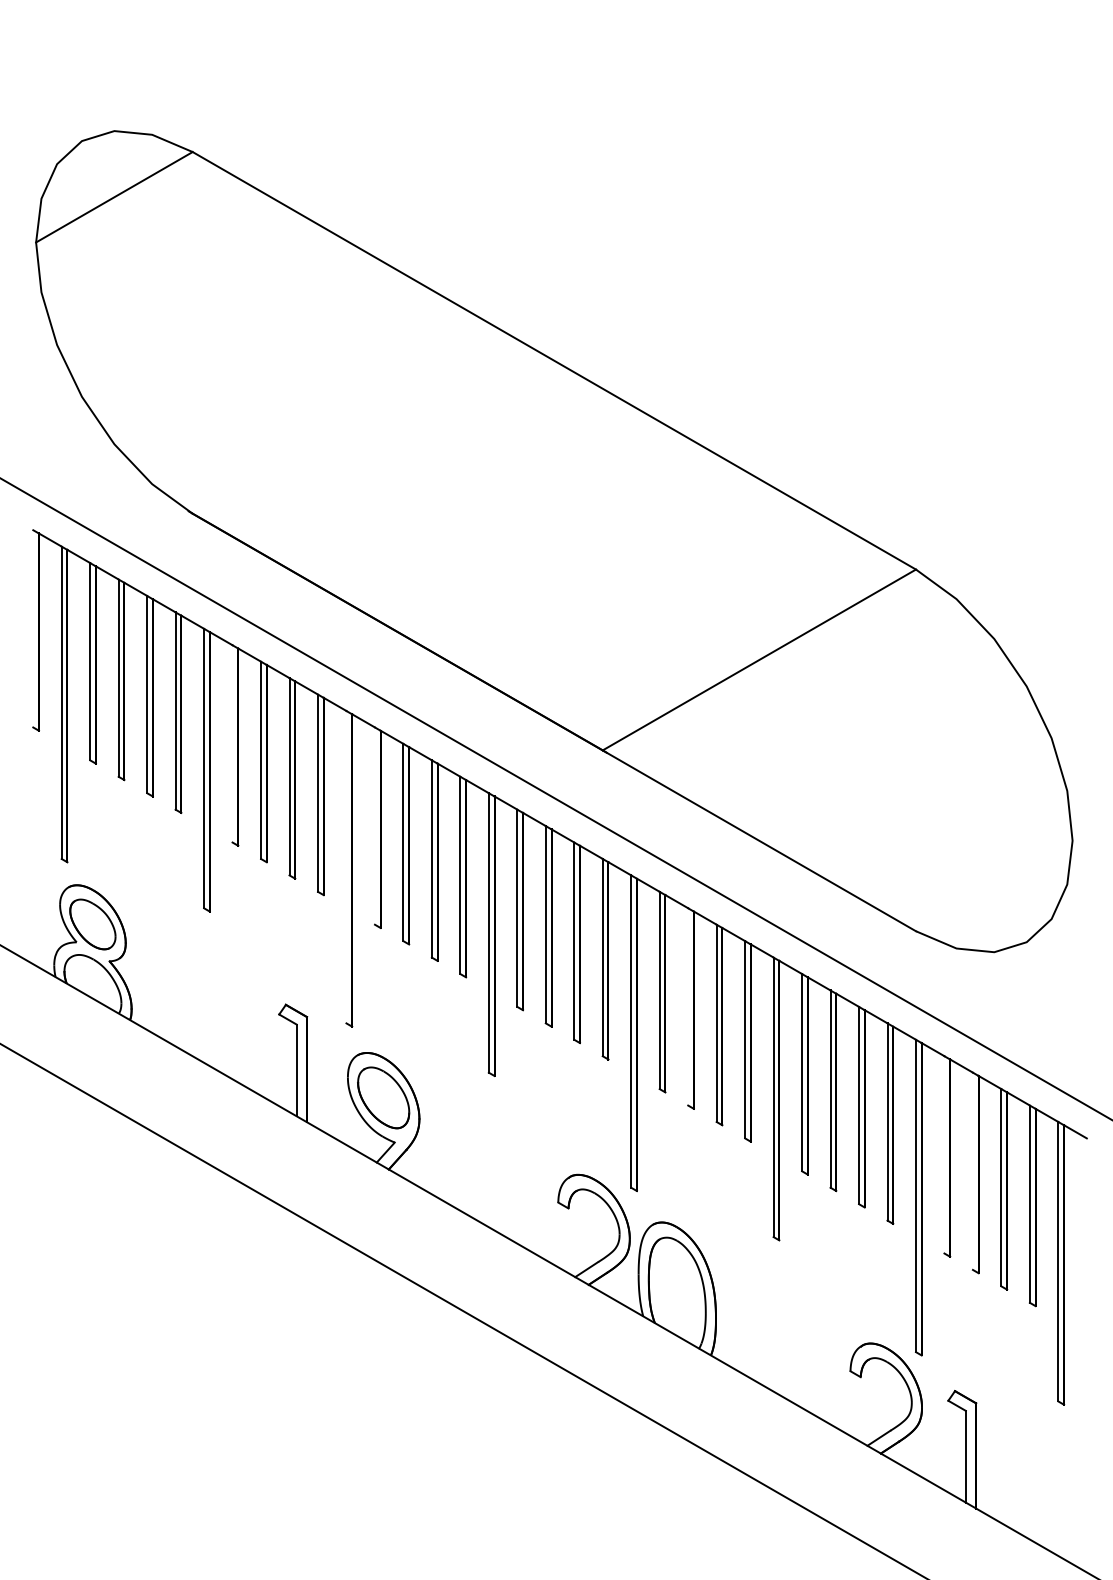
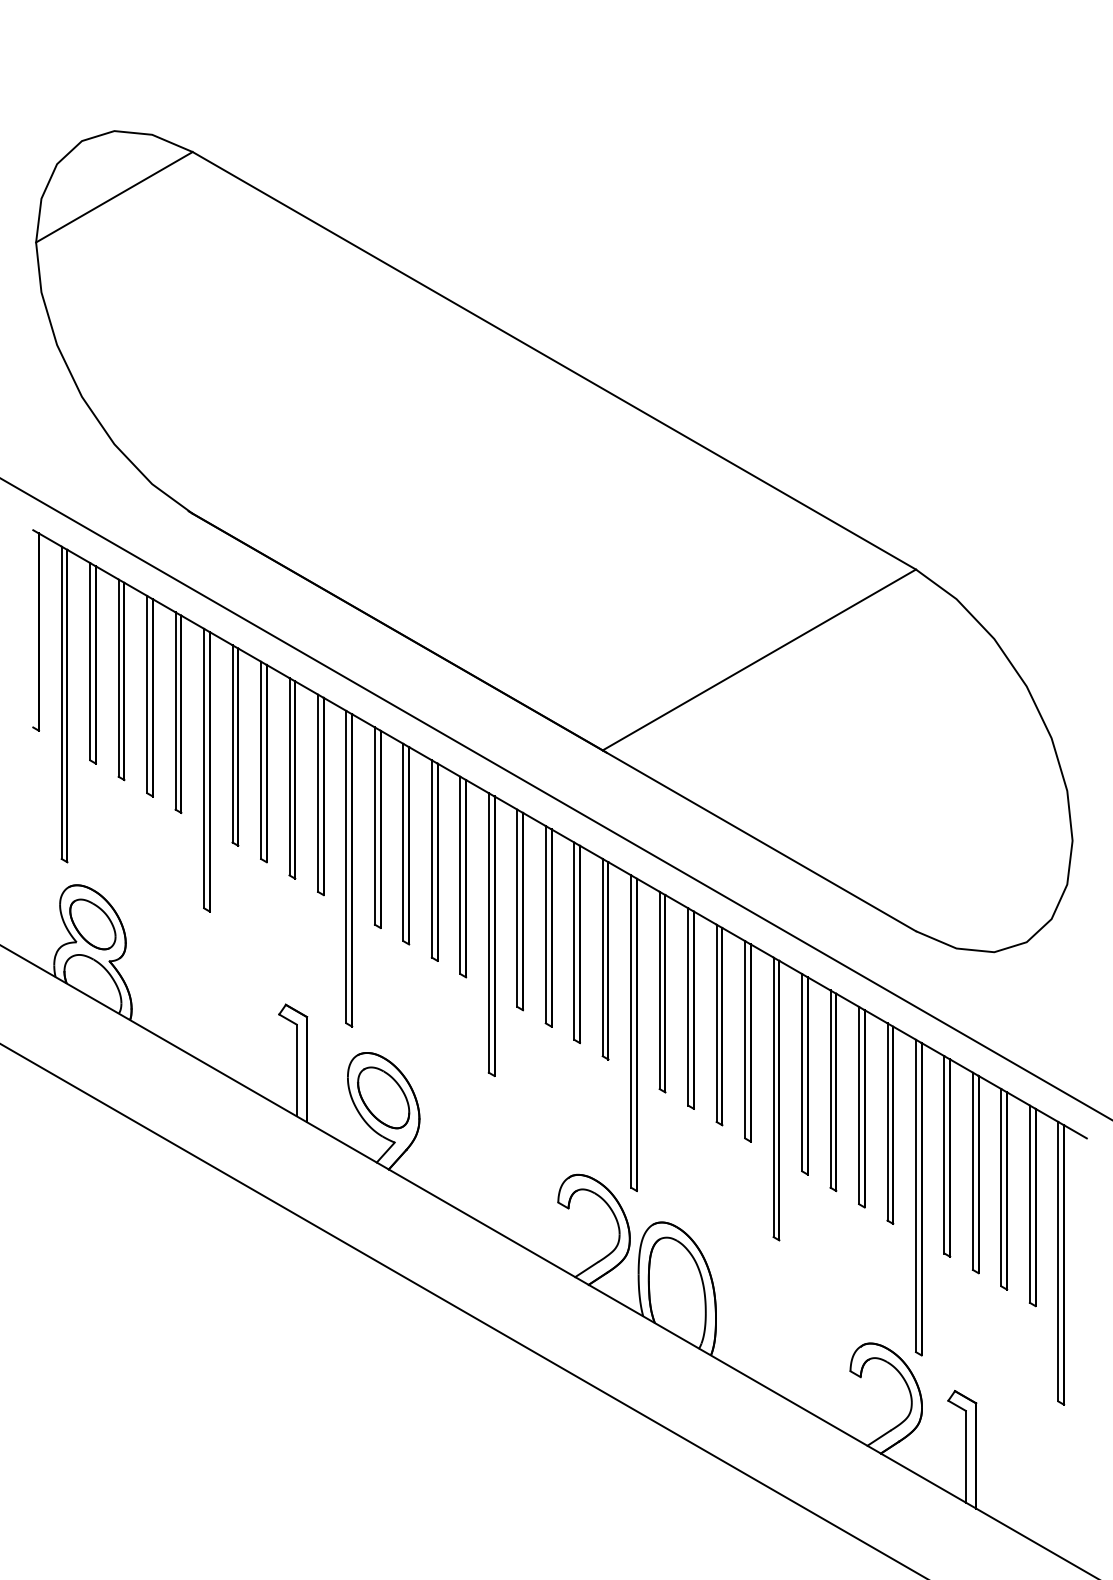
line at (232, 743): none -> present
line at (374, 825): none -> present
line at (346, 867): none -> present
line at (688, 1006): none -> present
line at (944, 1154): none -> present
line at (972, 1170): none -> present
